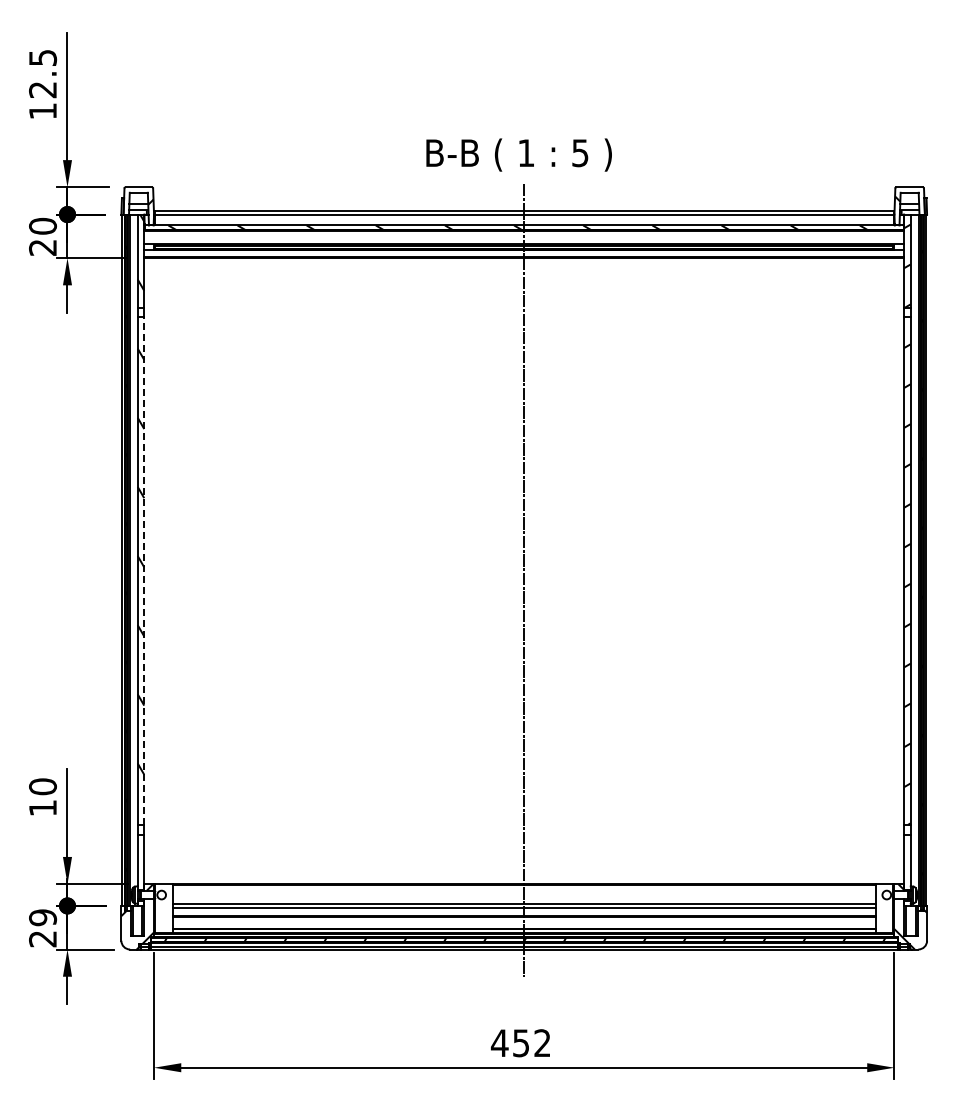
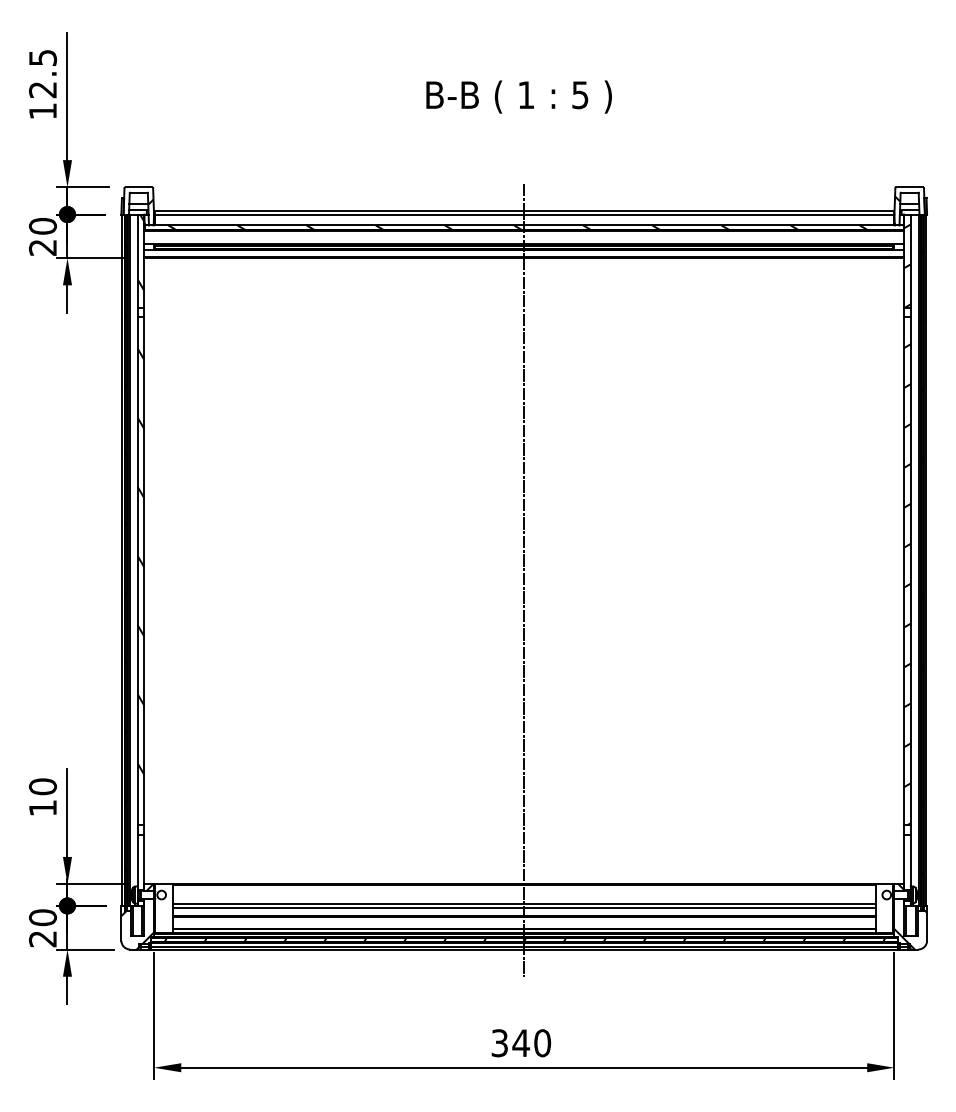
text at (518, 154) position: (518, 154) -> (518, 96)
line at (144, 571): dashed -> solid
text at (43, 917): 29 -> 20
text at (520, 1043): 452 -> 340
